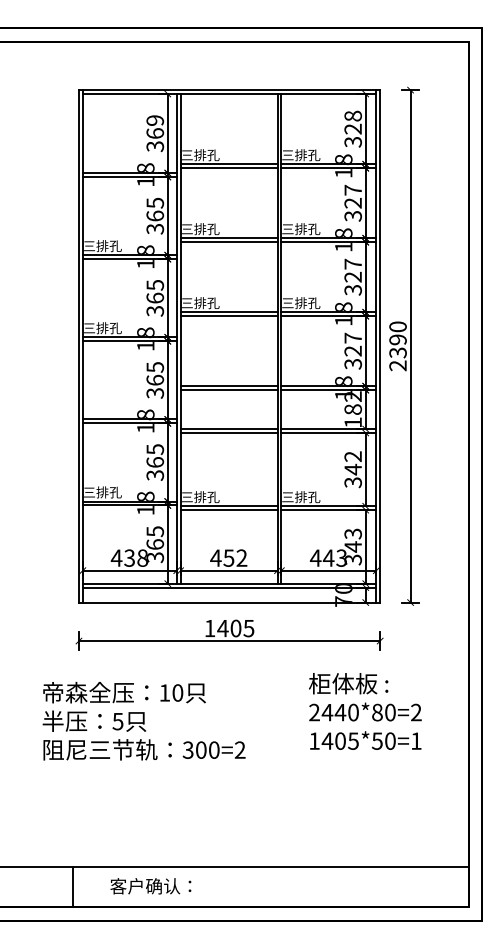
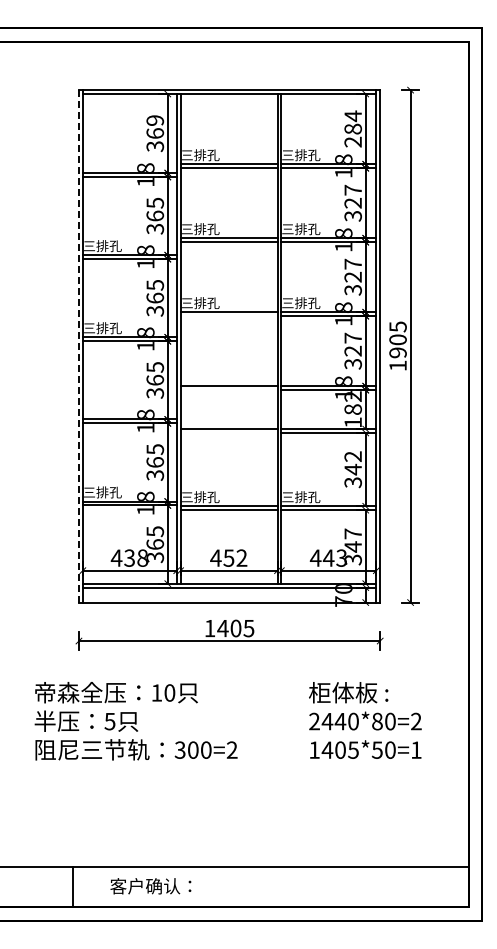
text at (352, 128): 328 -> 284
line at (228, 316): present -> none
line at (78, 345): solid -> dashed
text at (397, 346): 2390 -> 1905
line at (228, 390): present -> none
line at (228, 432): present -> none
text at (352, 533): 343 -> 347
text at (365, 711) position: (365, 711) -> (365, 720)
text at (143, 721) position: (143, 721) -> (135, 721)
